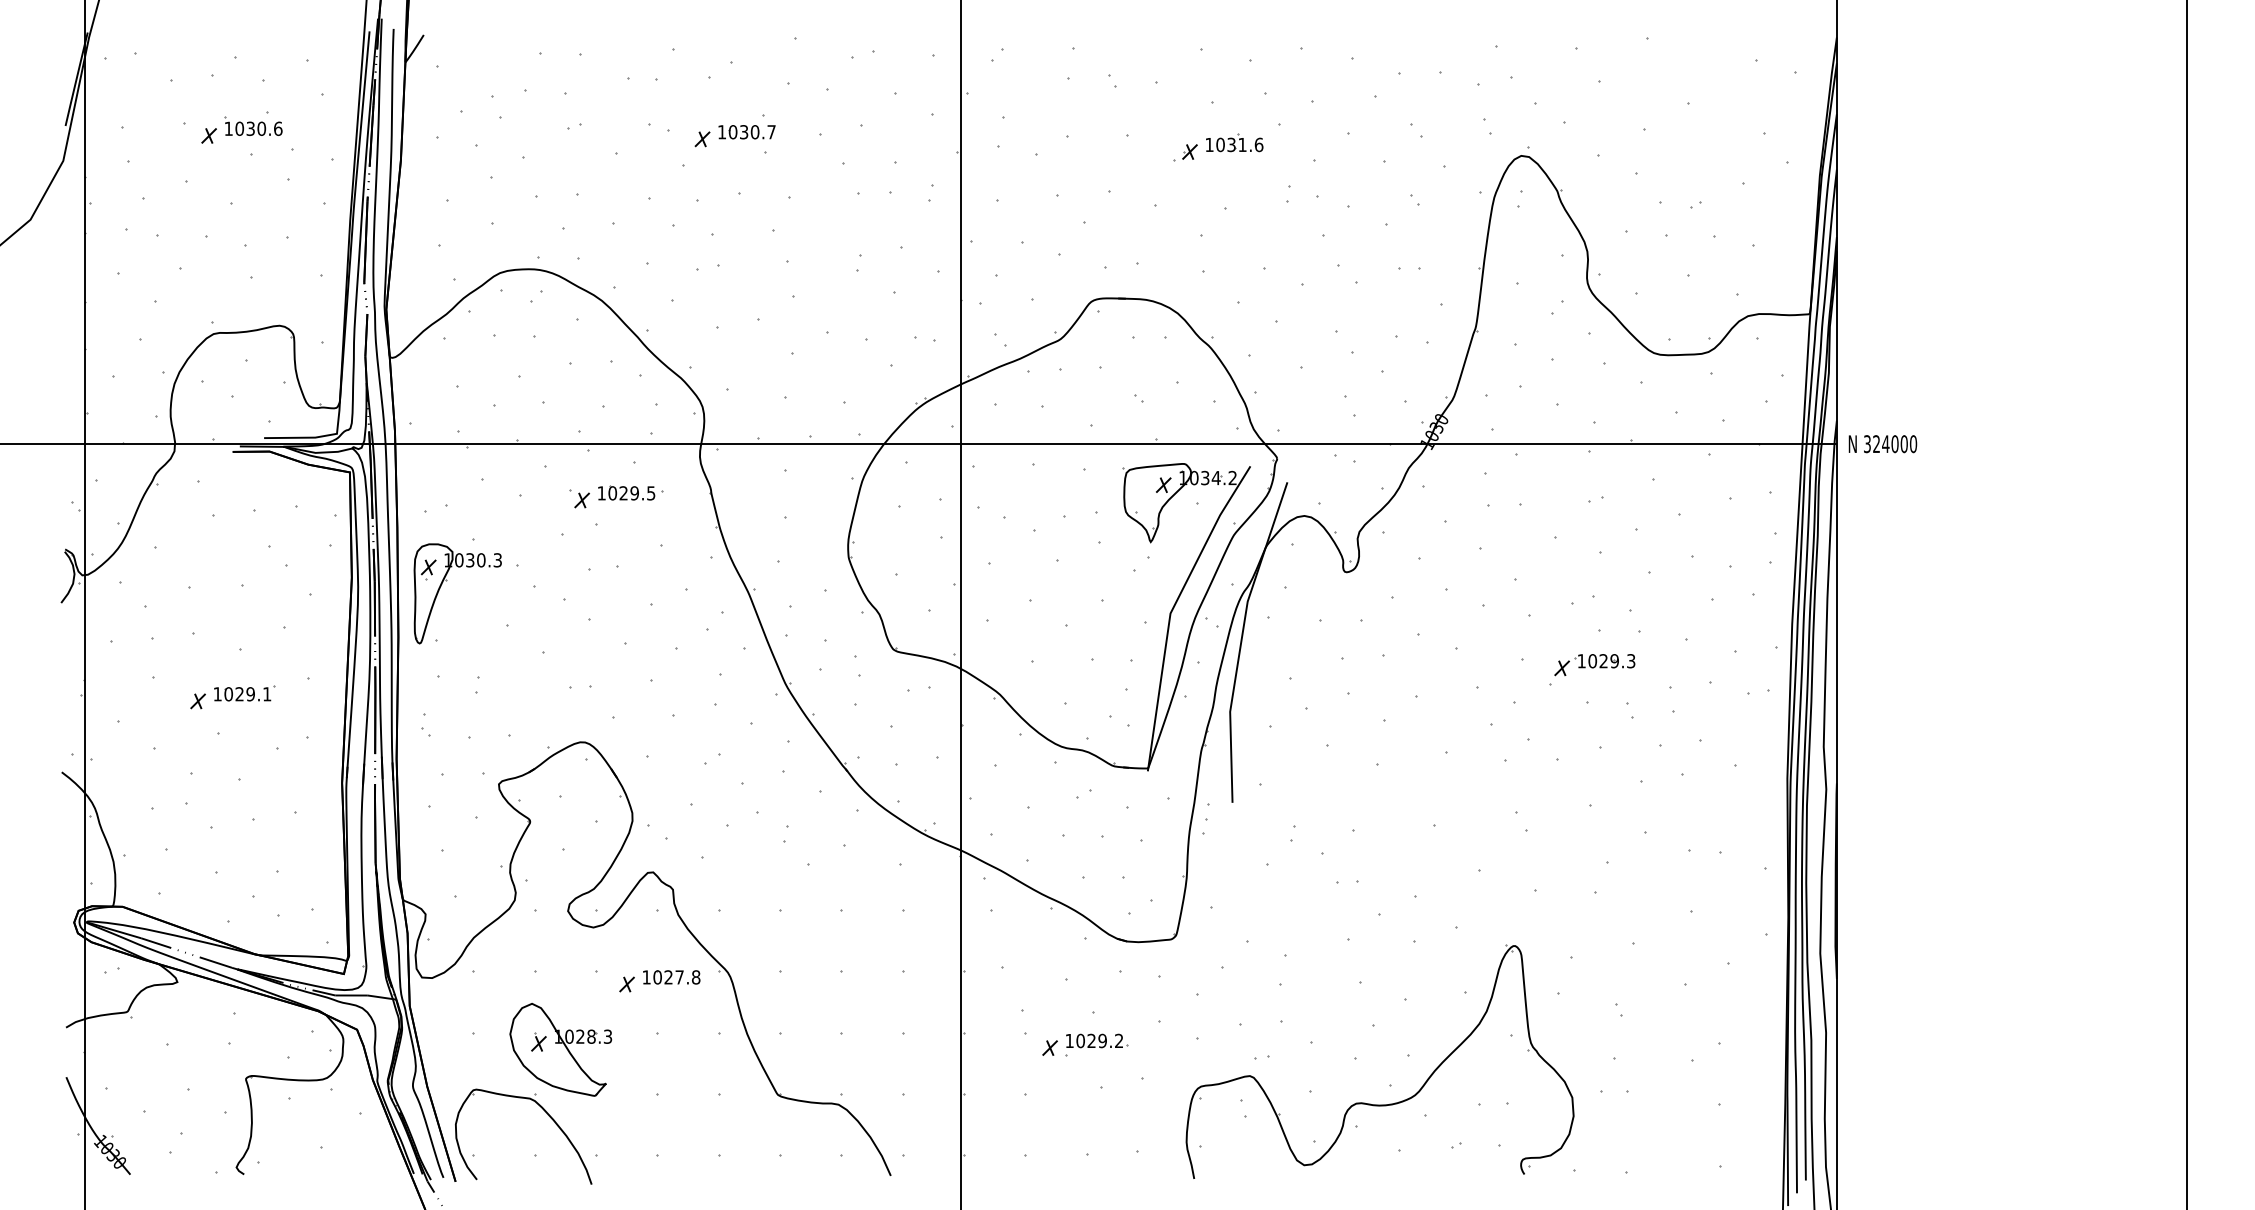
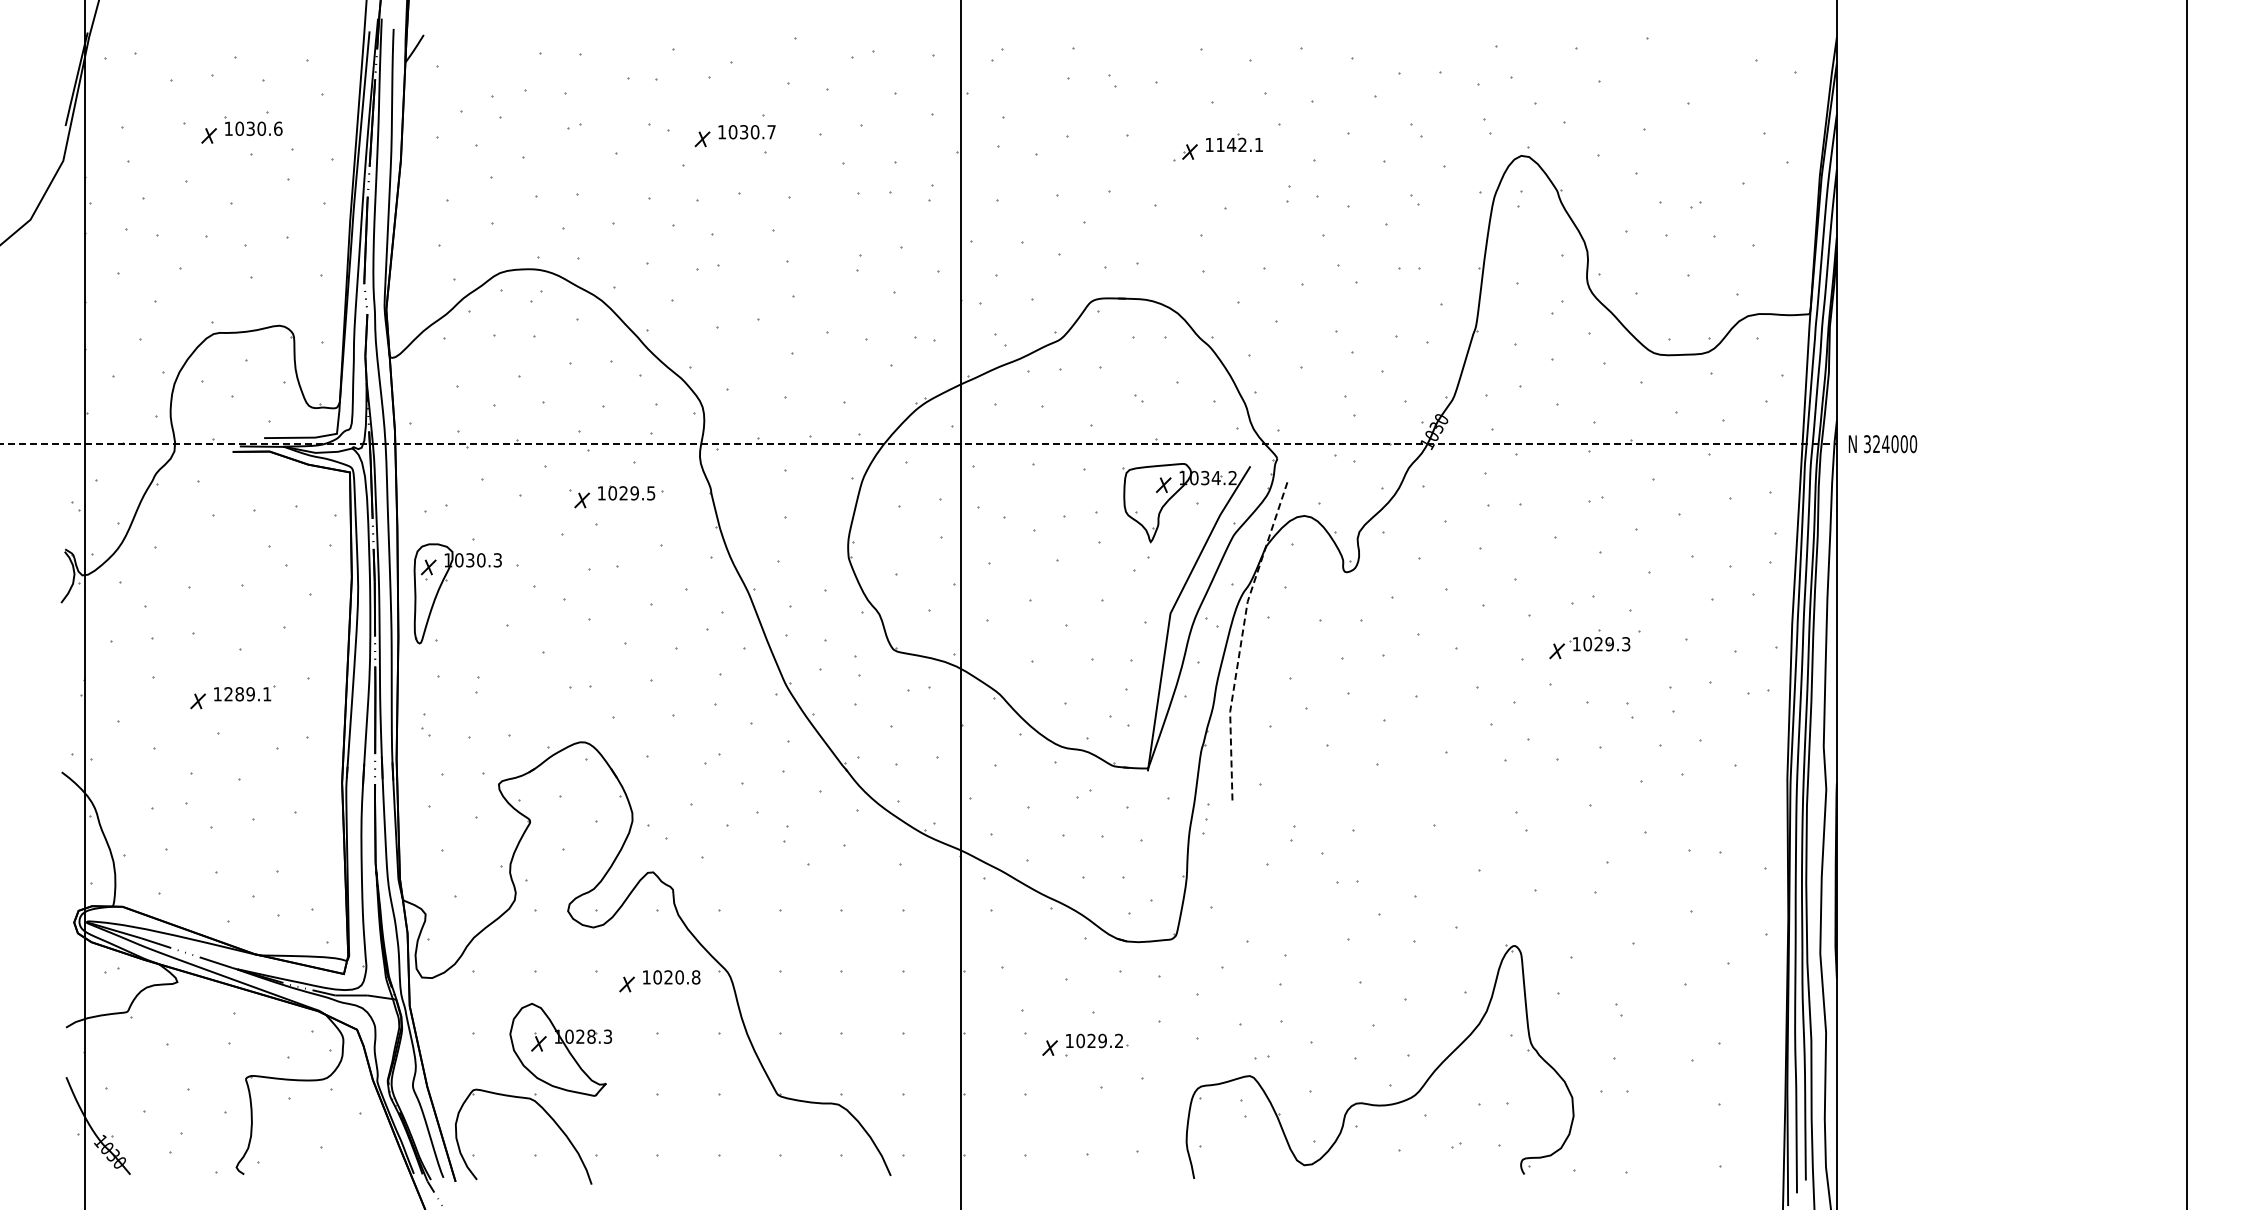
text at (1239, 144): 1031.6 -> 1142.1
line at (918, 444): solid -> dashed
line at (1241, 640): solid -> dashed
part at (1594, 665) position: (1594, 665) -> (1589, 648)
text at (233, 694): 1029.1 -> 1289.1
text at (679, 977): 1027.8 -> 1020.8
